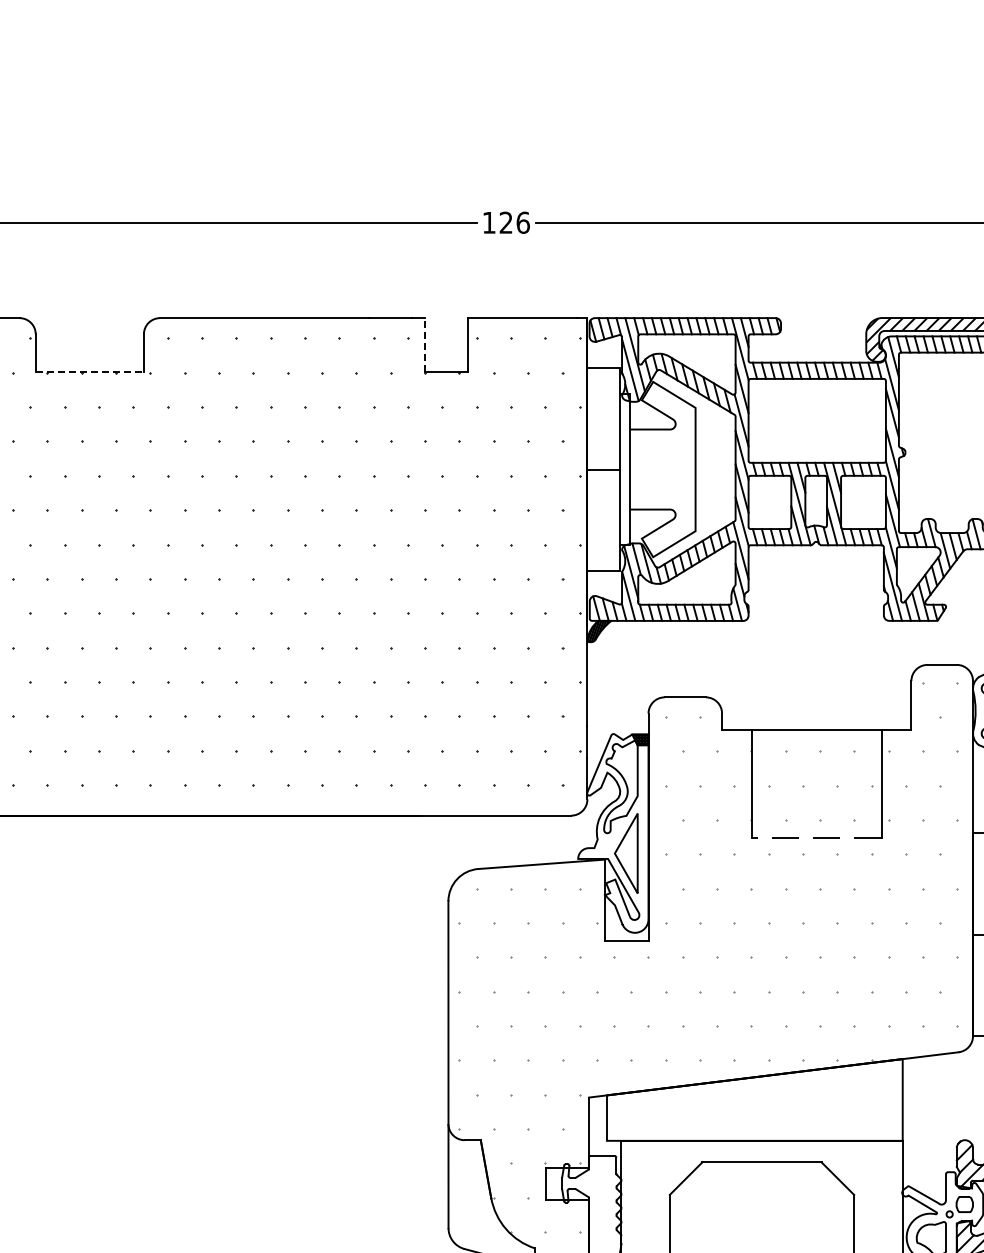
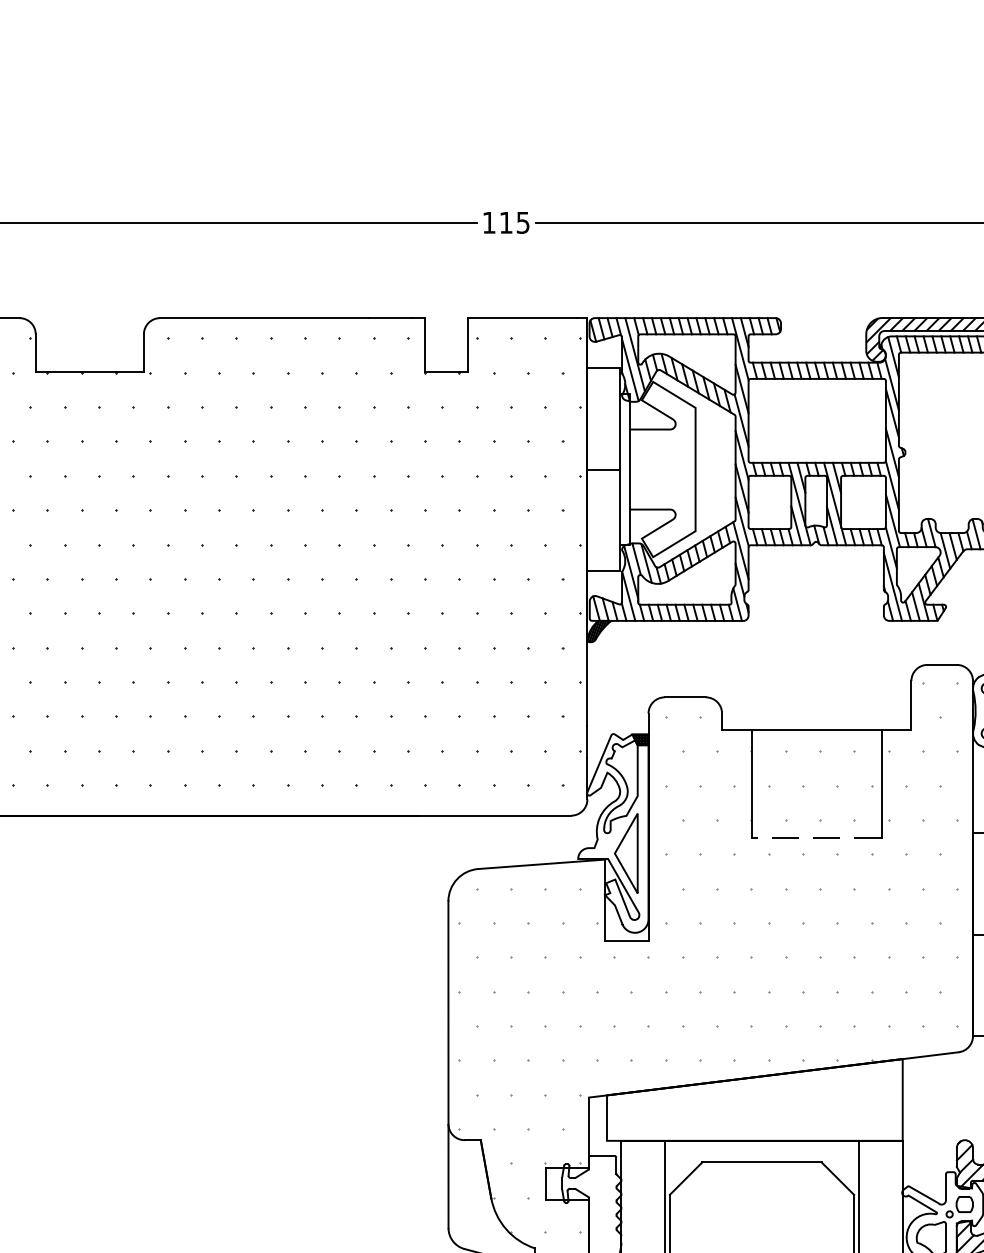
text at (514, 222): 126 -> 115
line at (425, 344): dashed -> solid
line at (90, 372): dashed -> solid
line at (664, 1194): none -> present
line at (859, 1194): none -> present
